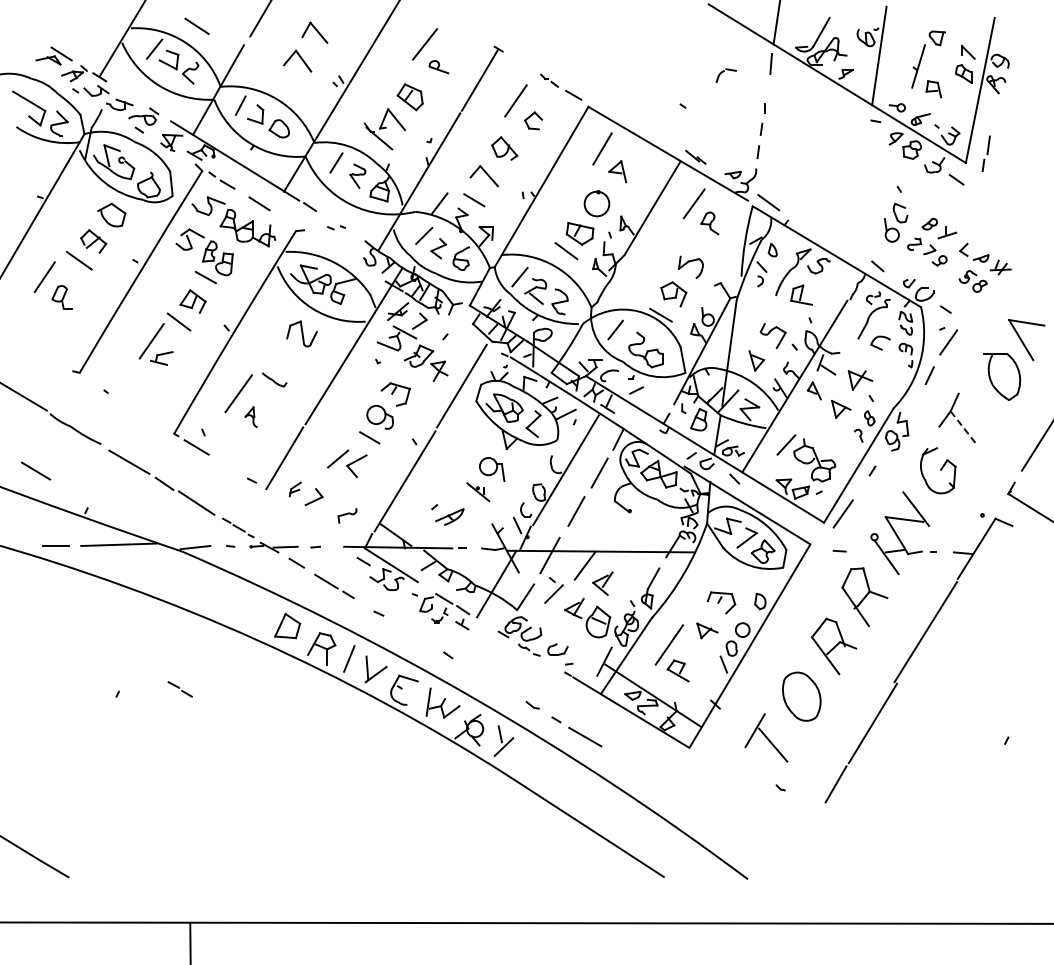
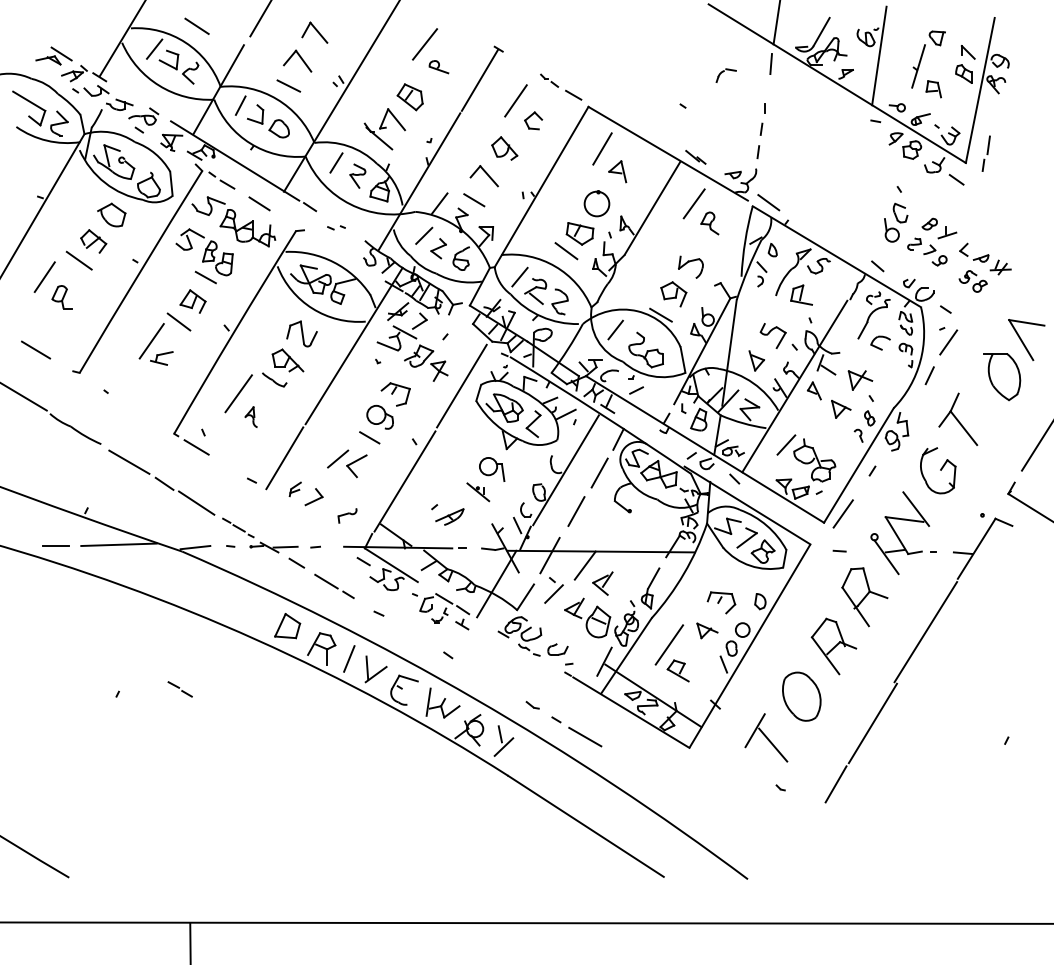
line at (288, 85): none -> present
part at (287, 360): none -> present
line at (964, 428): dashed -> solid
line at (36, 470) position: (36, 470) -> (36, 349)
